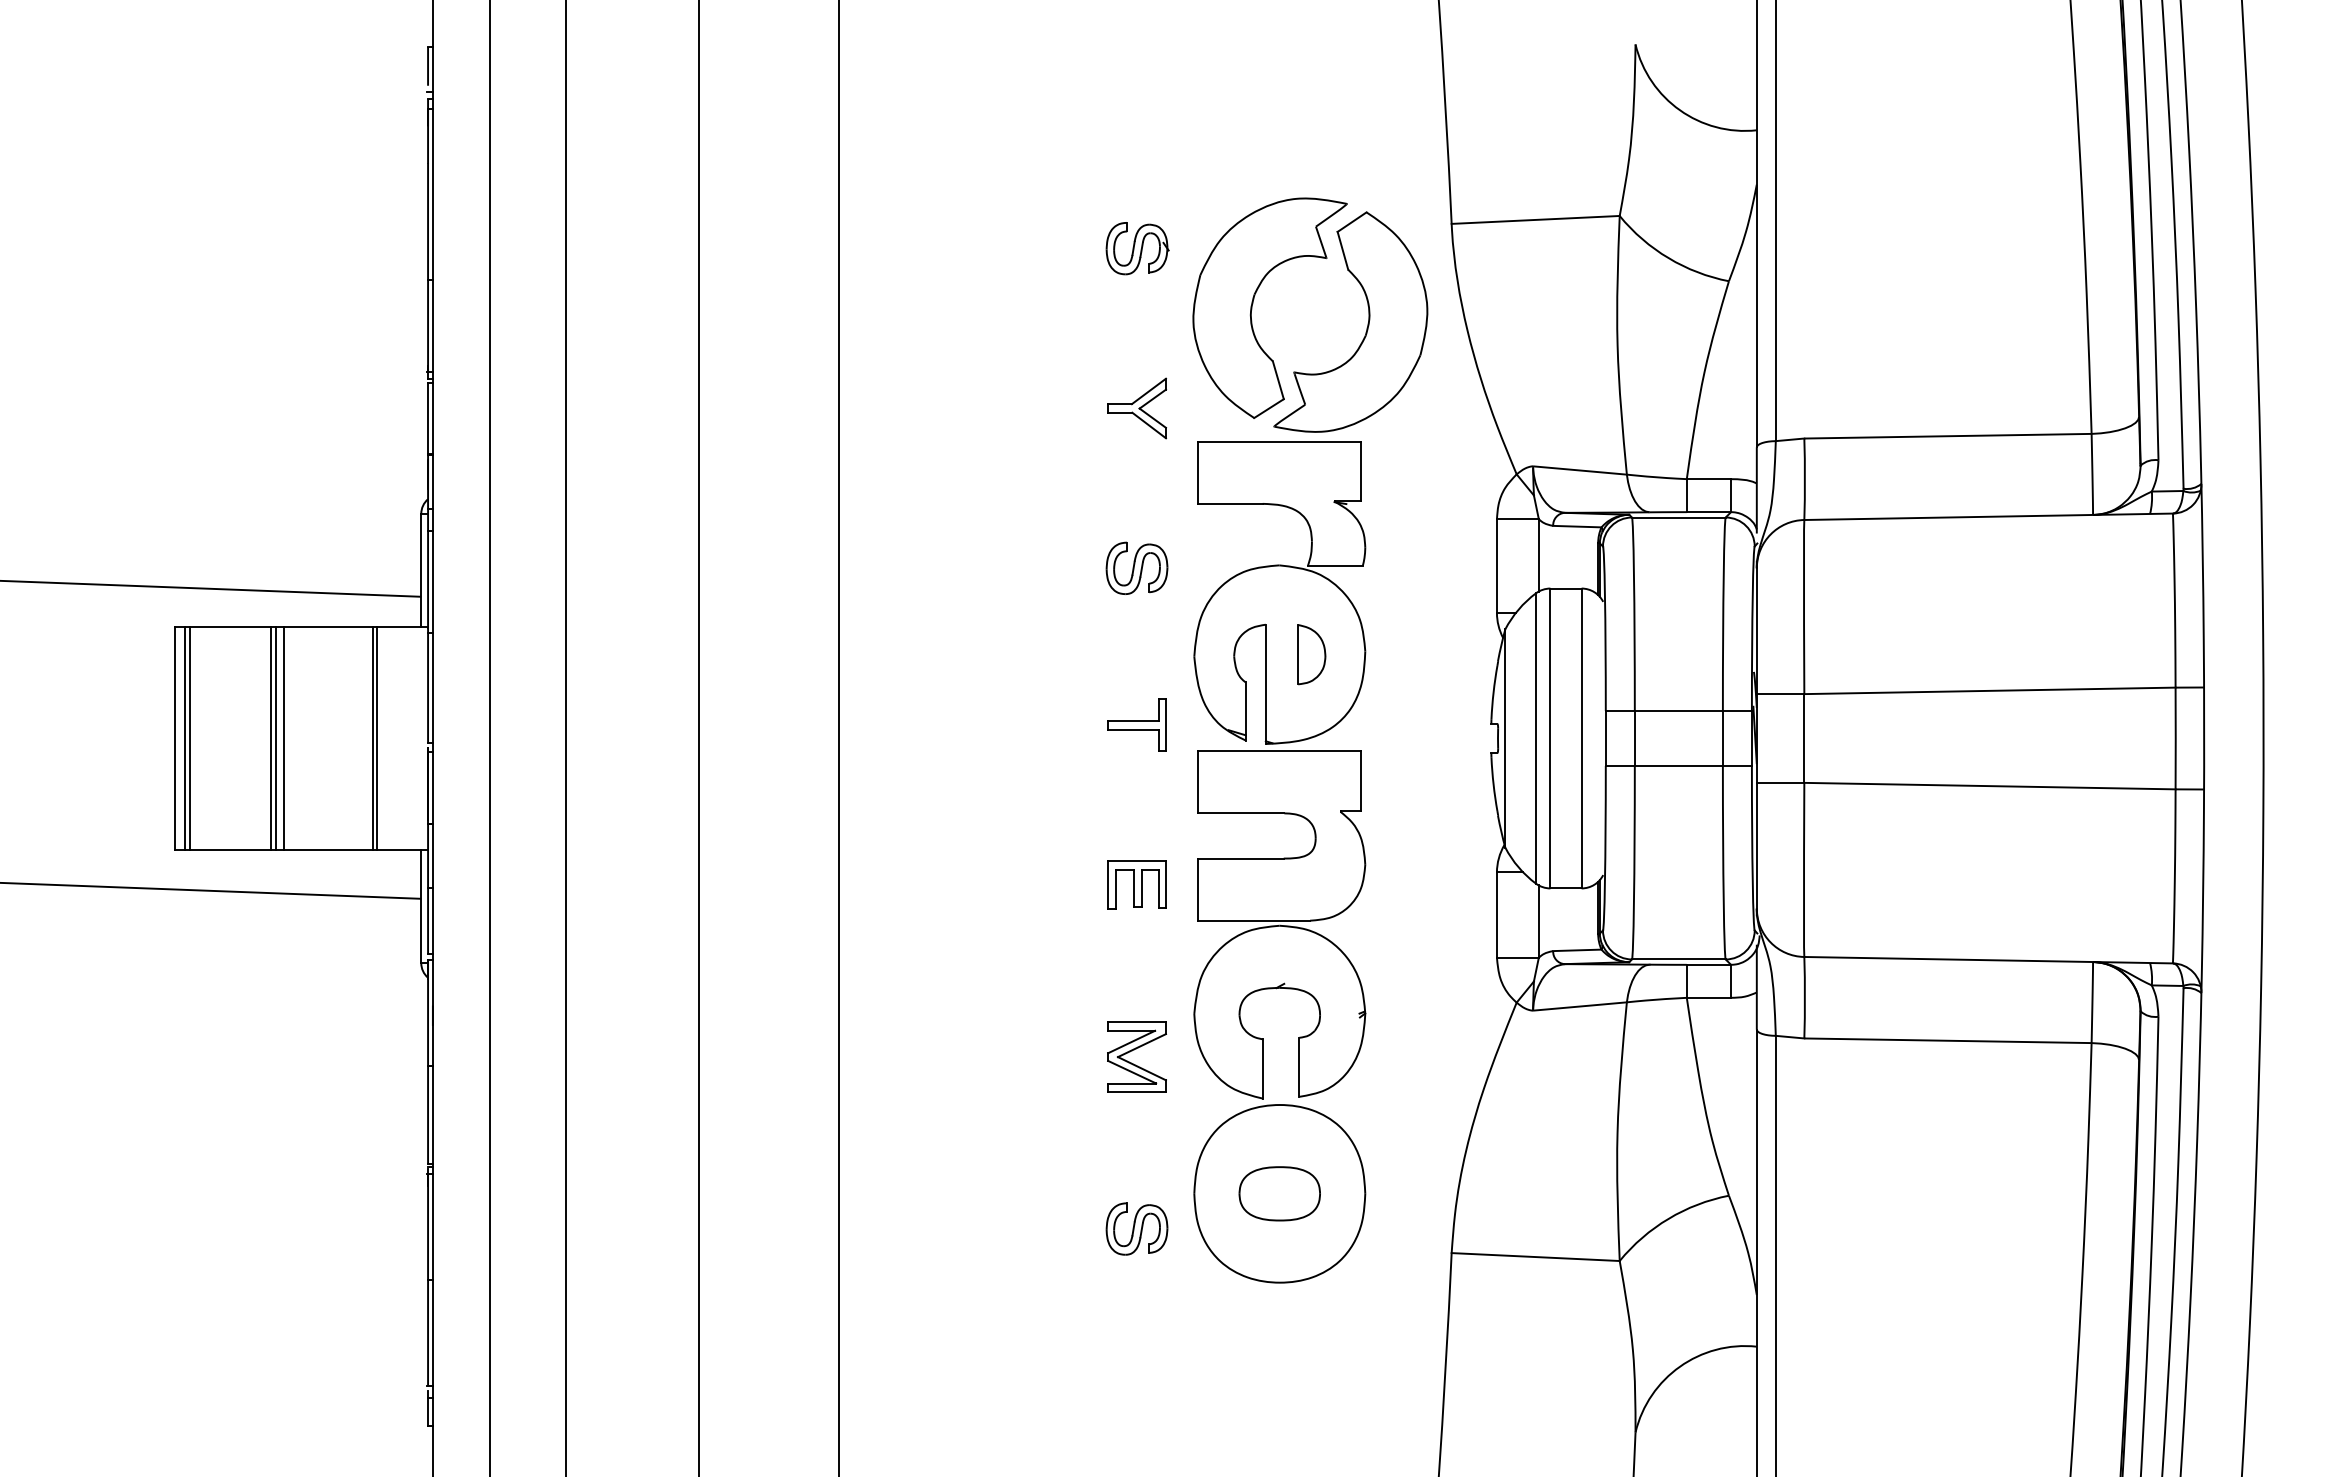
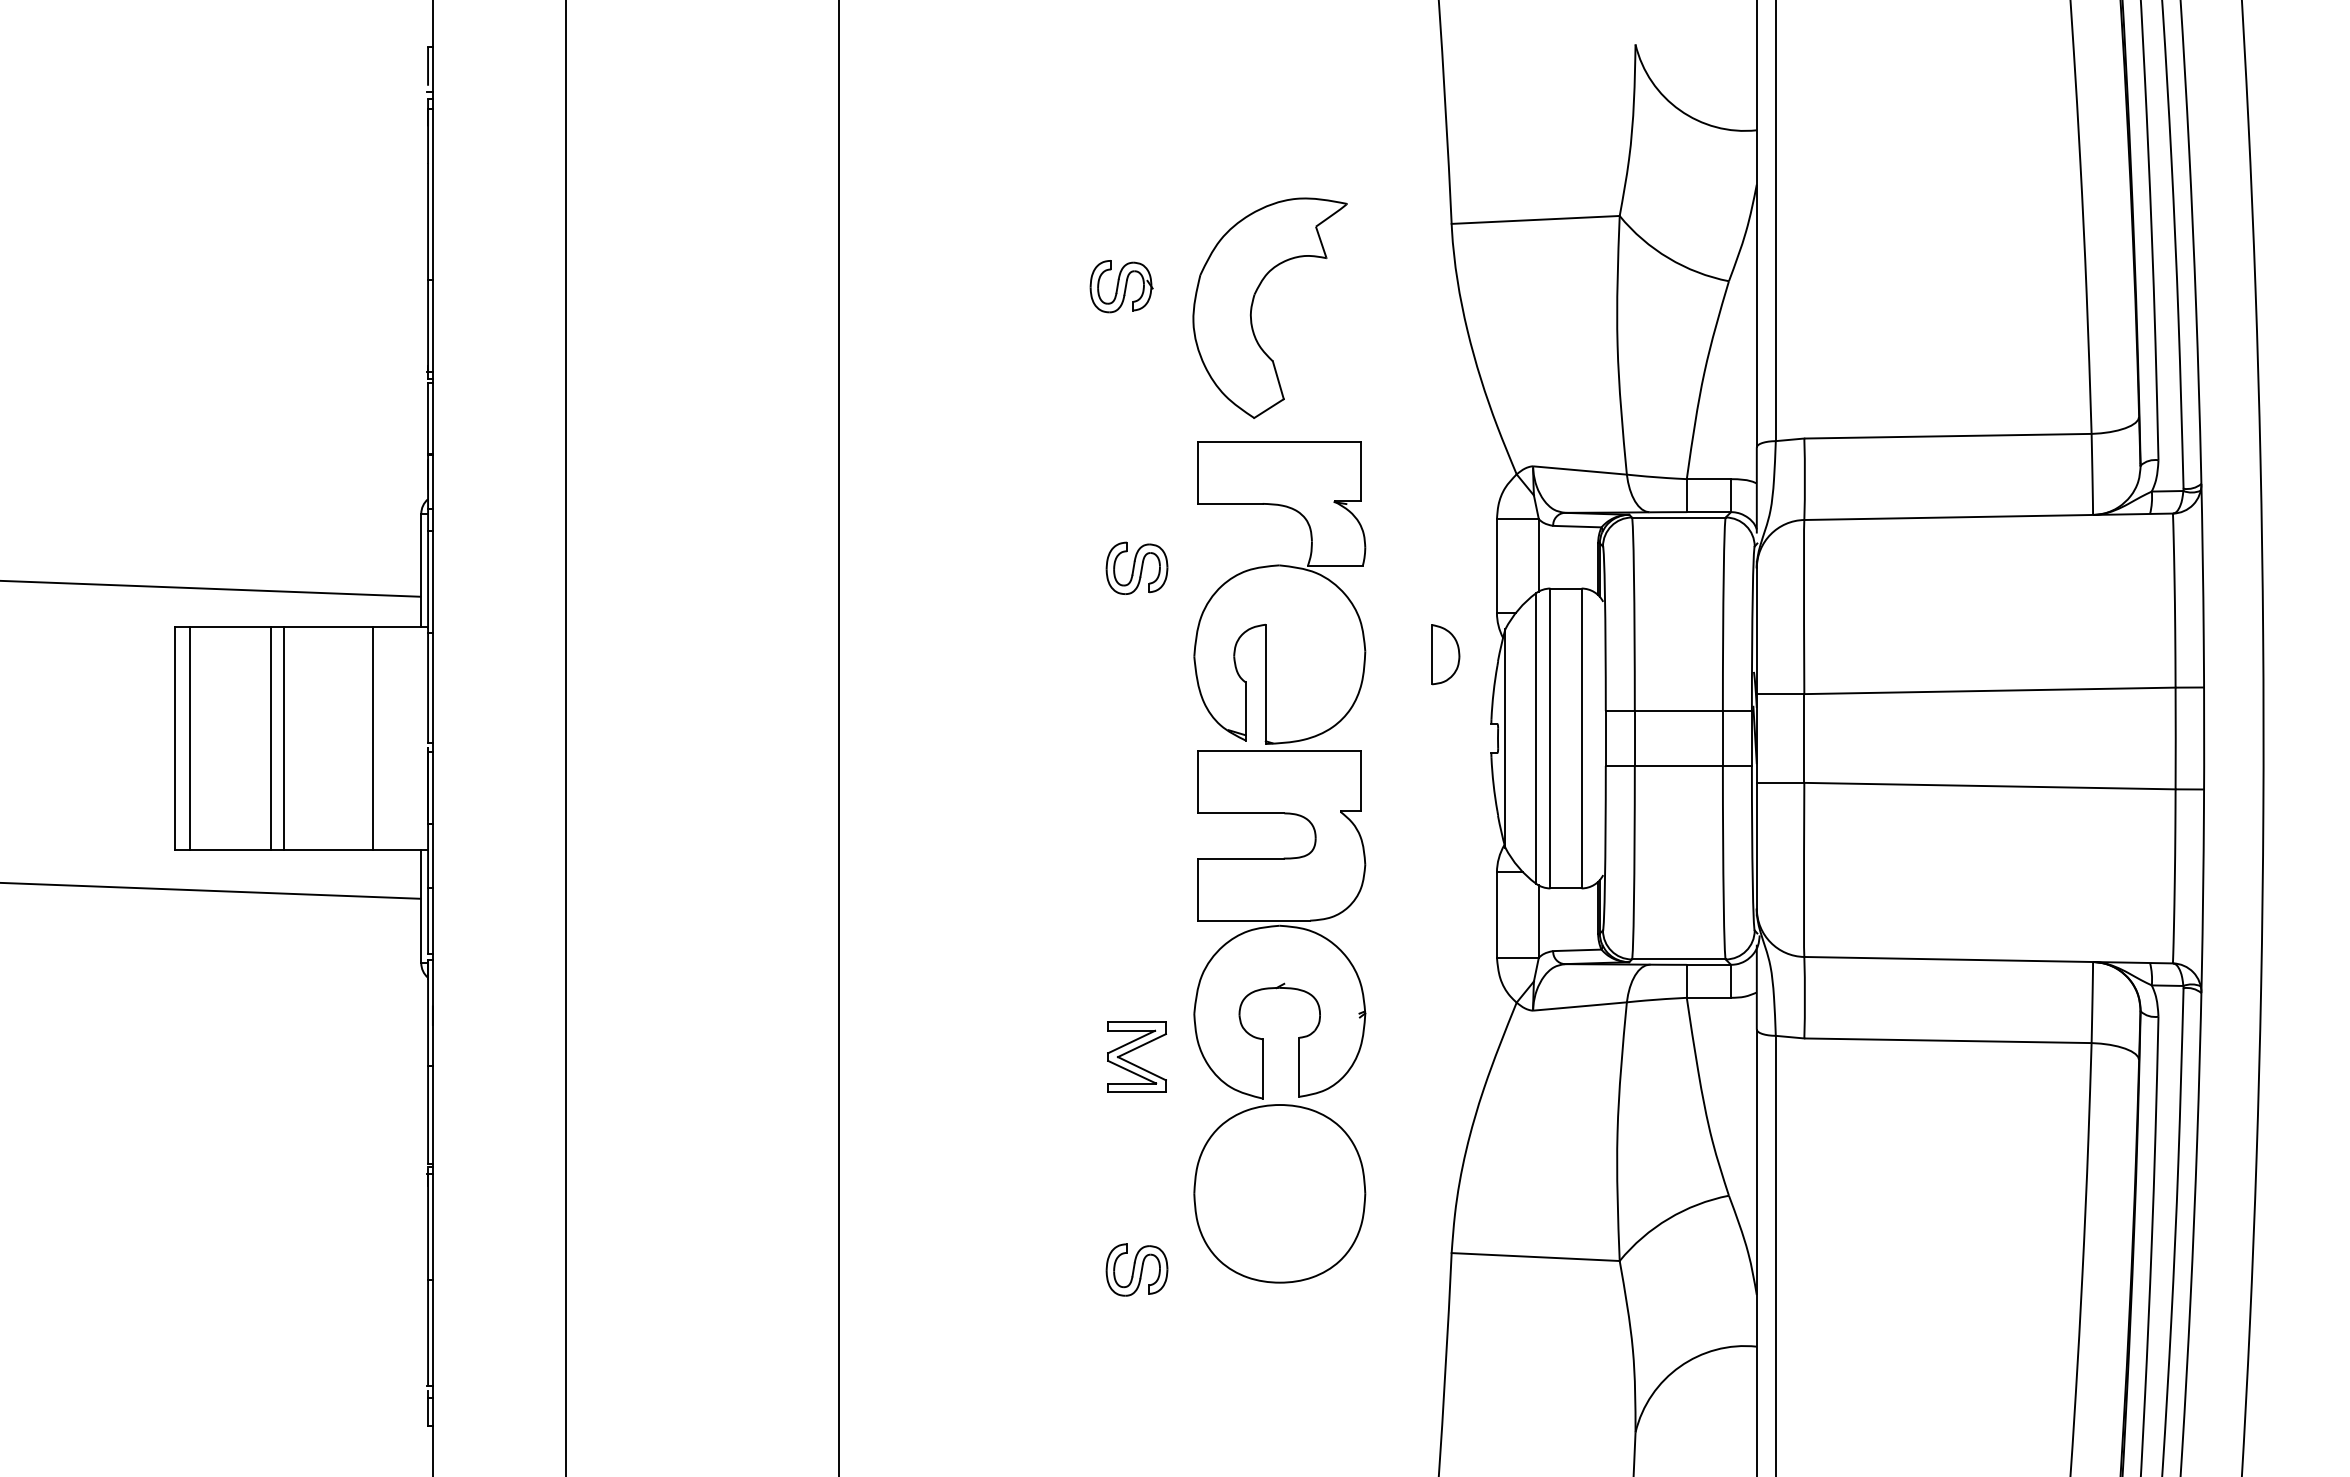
part at (1137, 248) position: (1137, 248) -> (1121, 286)
part at (1367, 323): present -> none
part at (1137, 408): present -> none
part at (1311, 654) position: (1311, 654) -> (1445, 654)
part at (1136, 724): present -> none
line at (489, 737): present -> none
line at (699, 737): present -> none
line at (185, 738): present -> none
line at (275, 738): present -> none
line at (376, 738): present -> none
part at (1136, 884): present -> none
part at (1279, 1193): present -> none
part at (1136, 1228) position: (1136, 1228) -> (1136, 1269)
